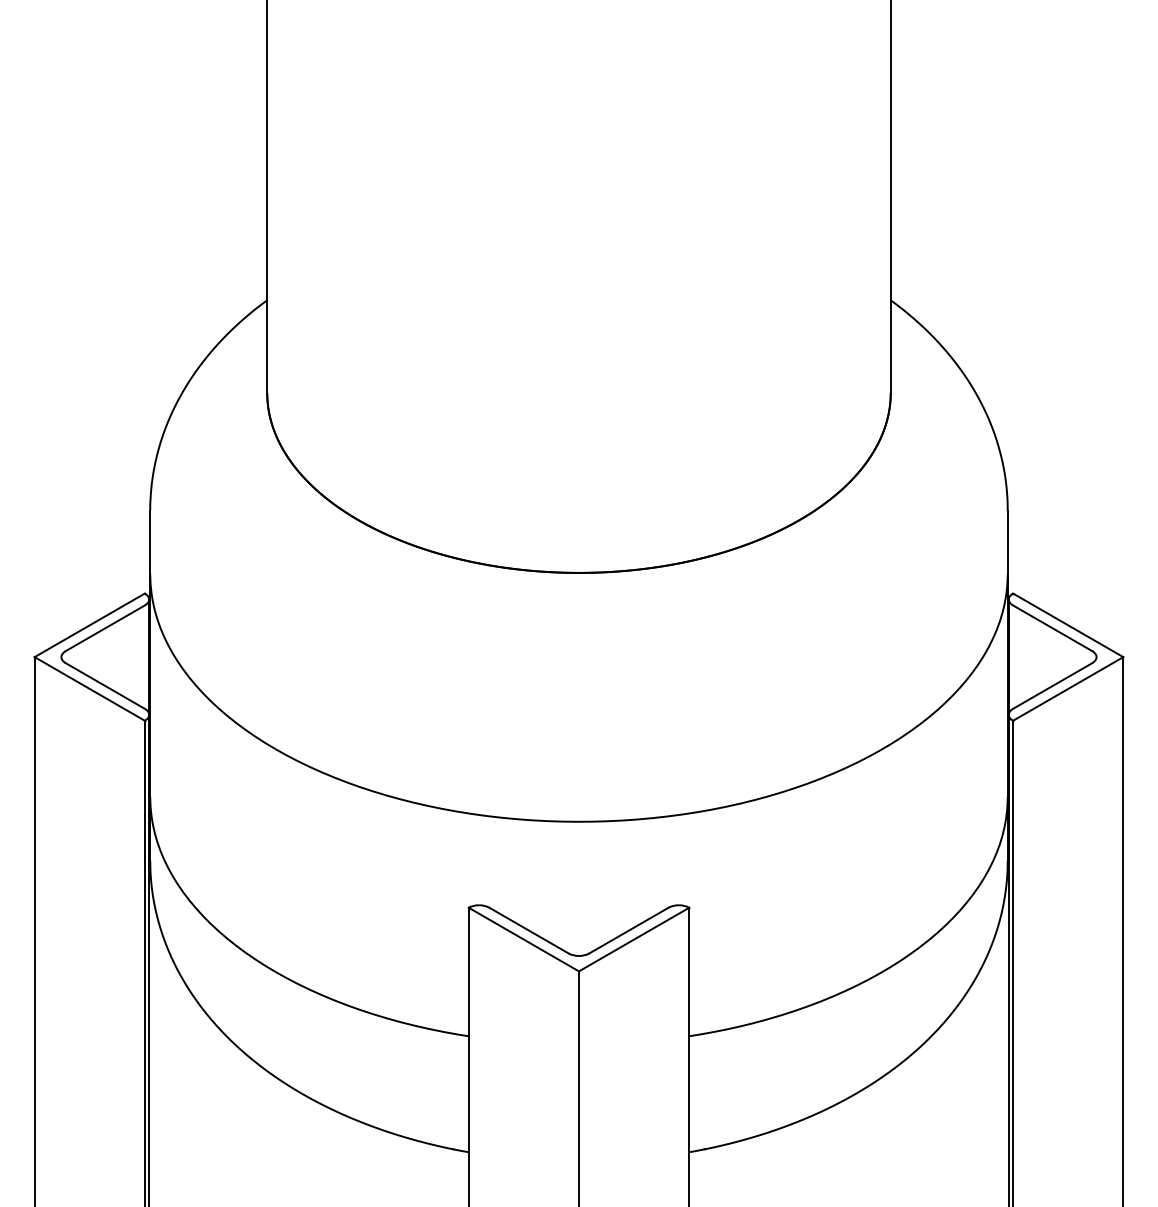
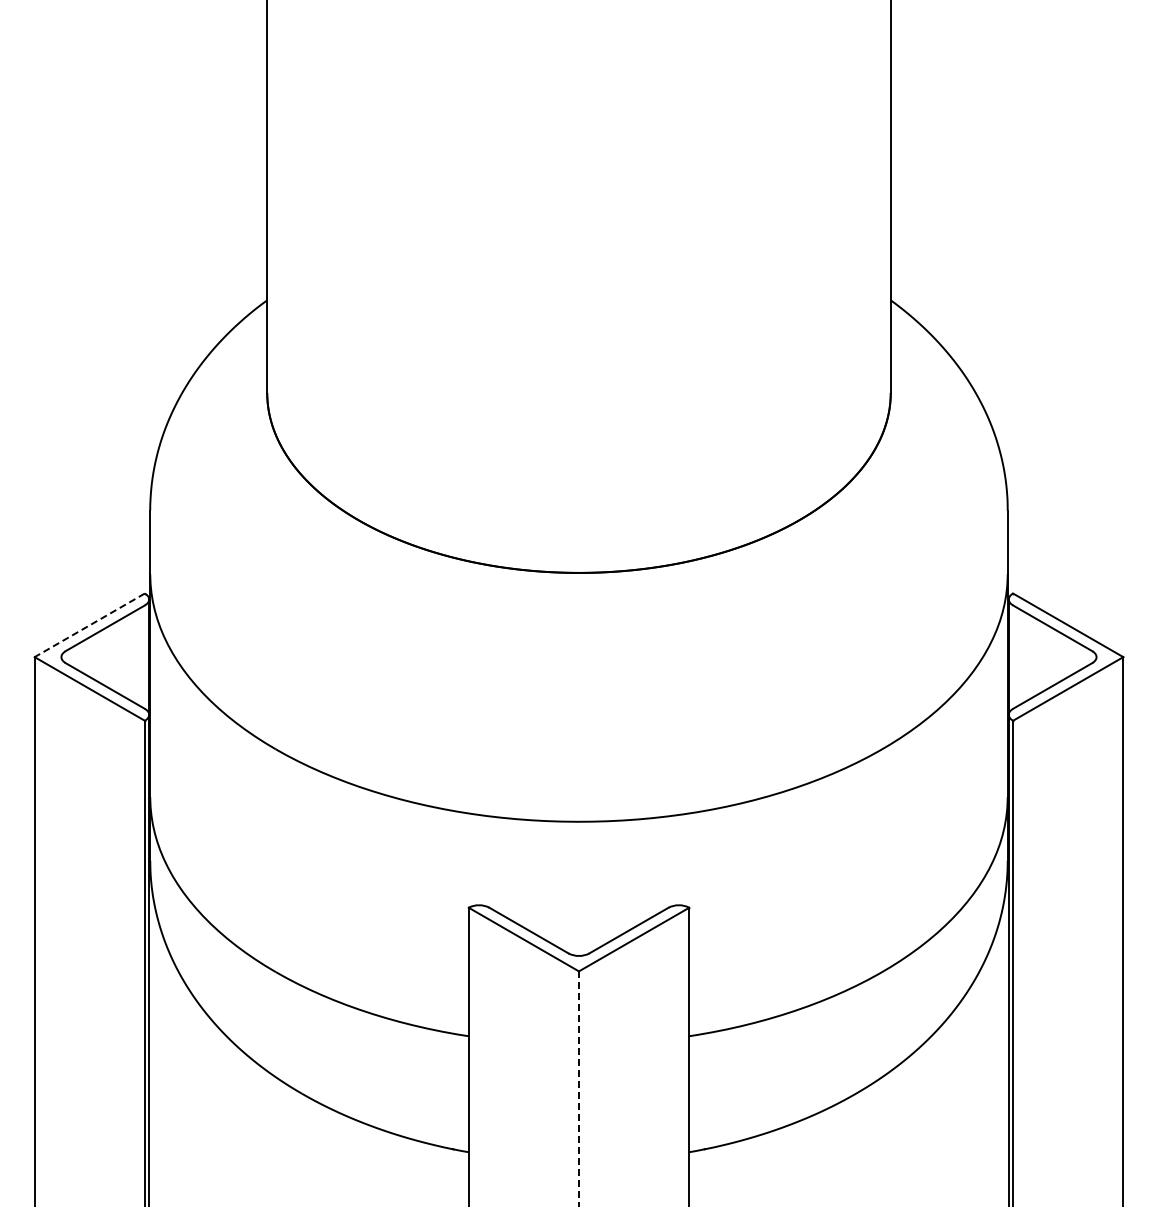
line at (89, 625): solid -> dashed
line at (578, 1089): solid -> dashed
